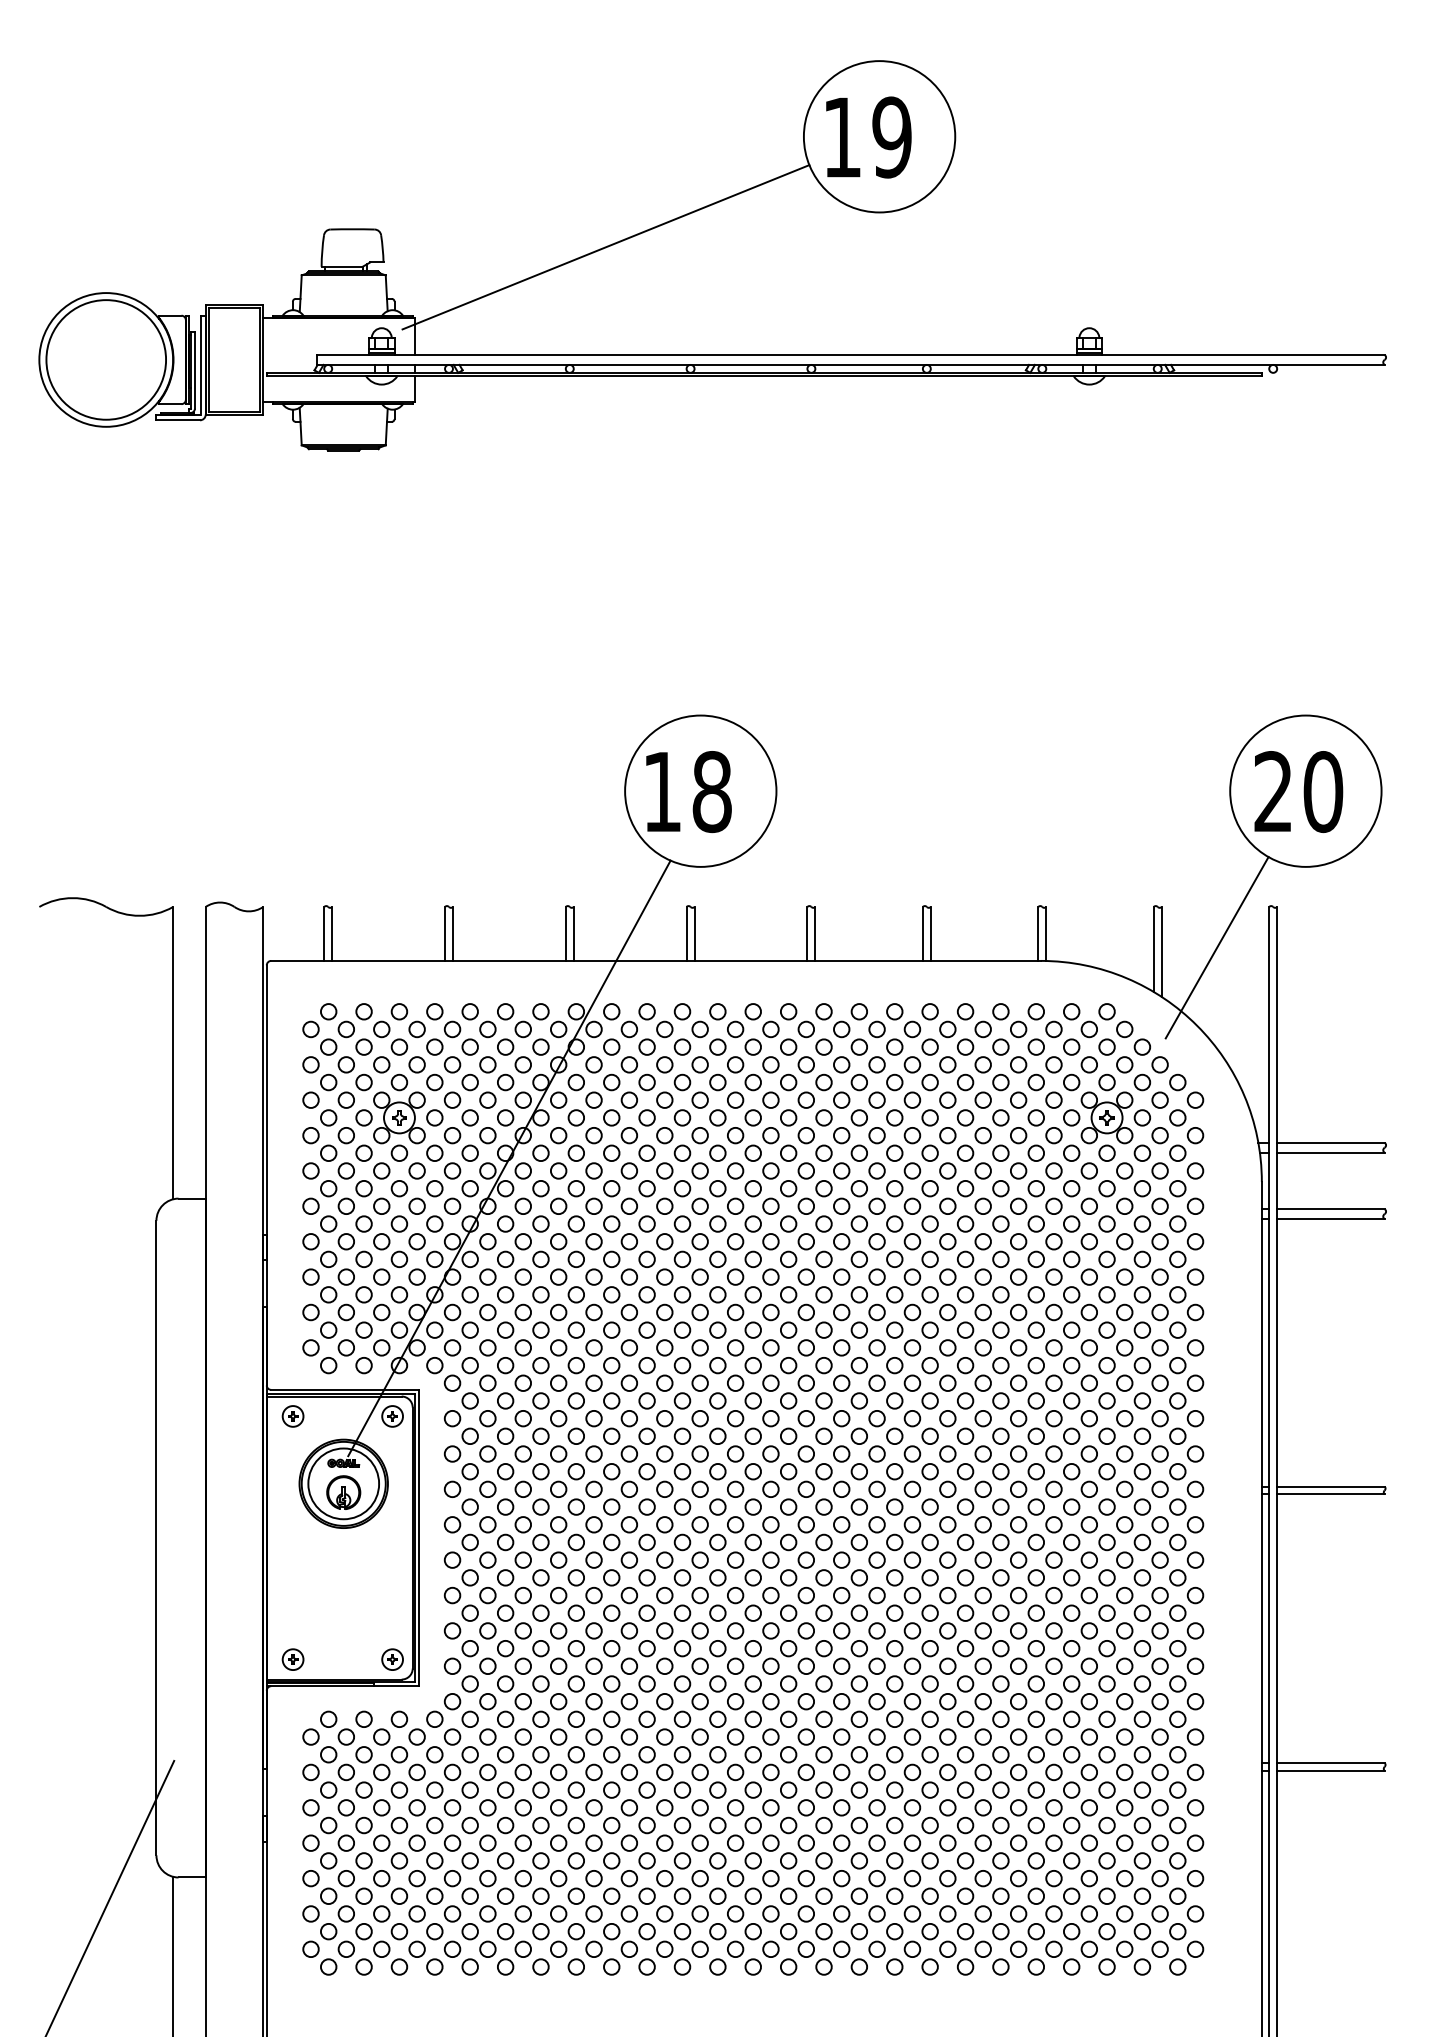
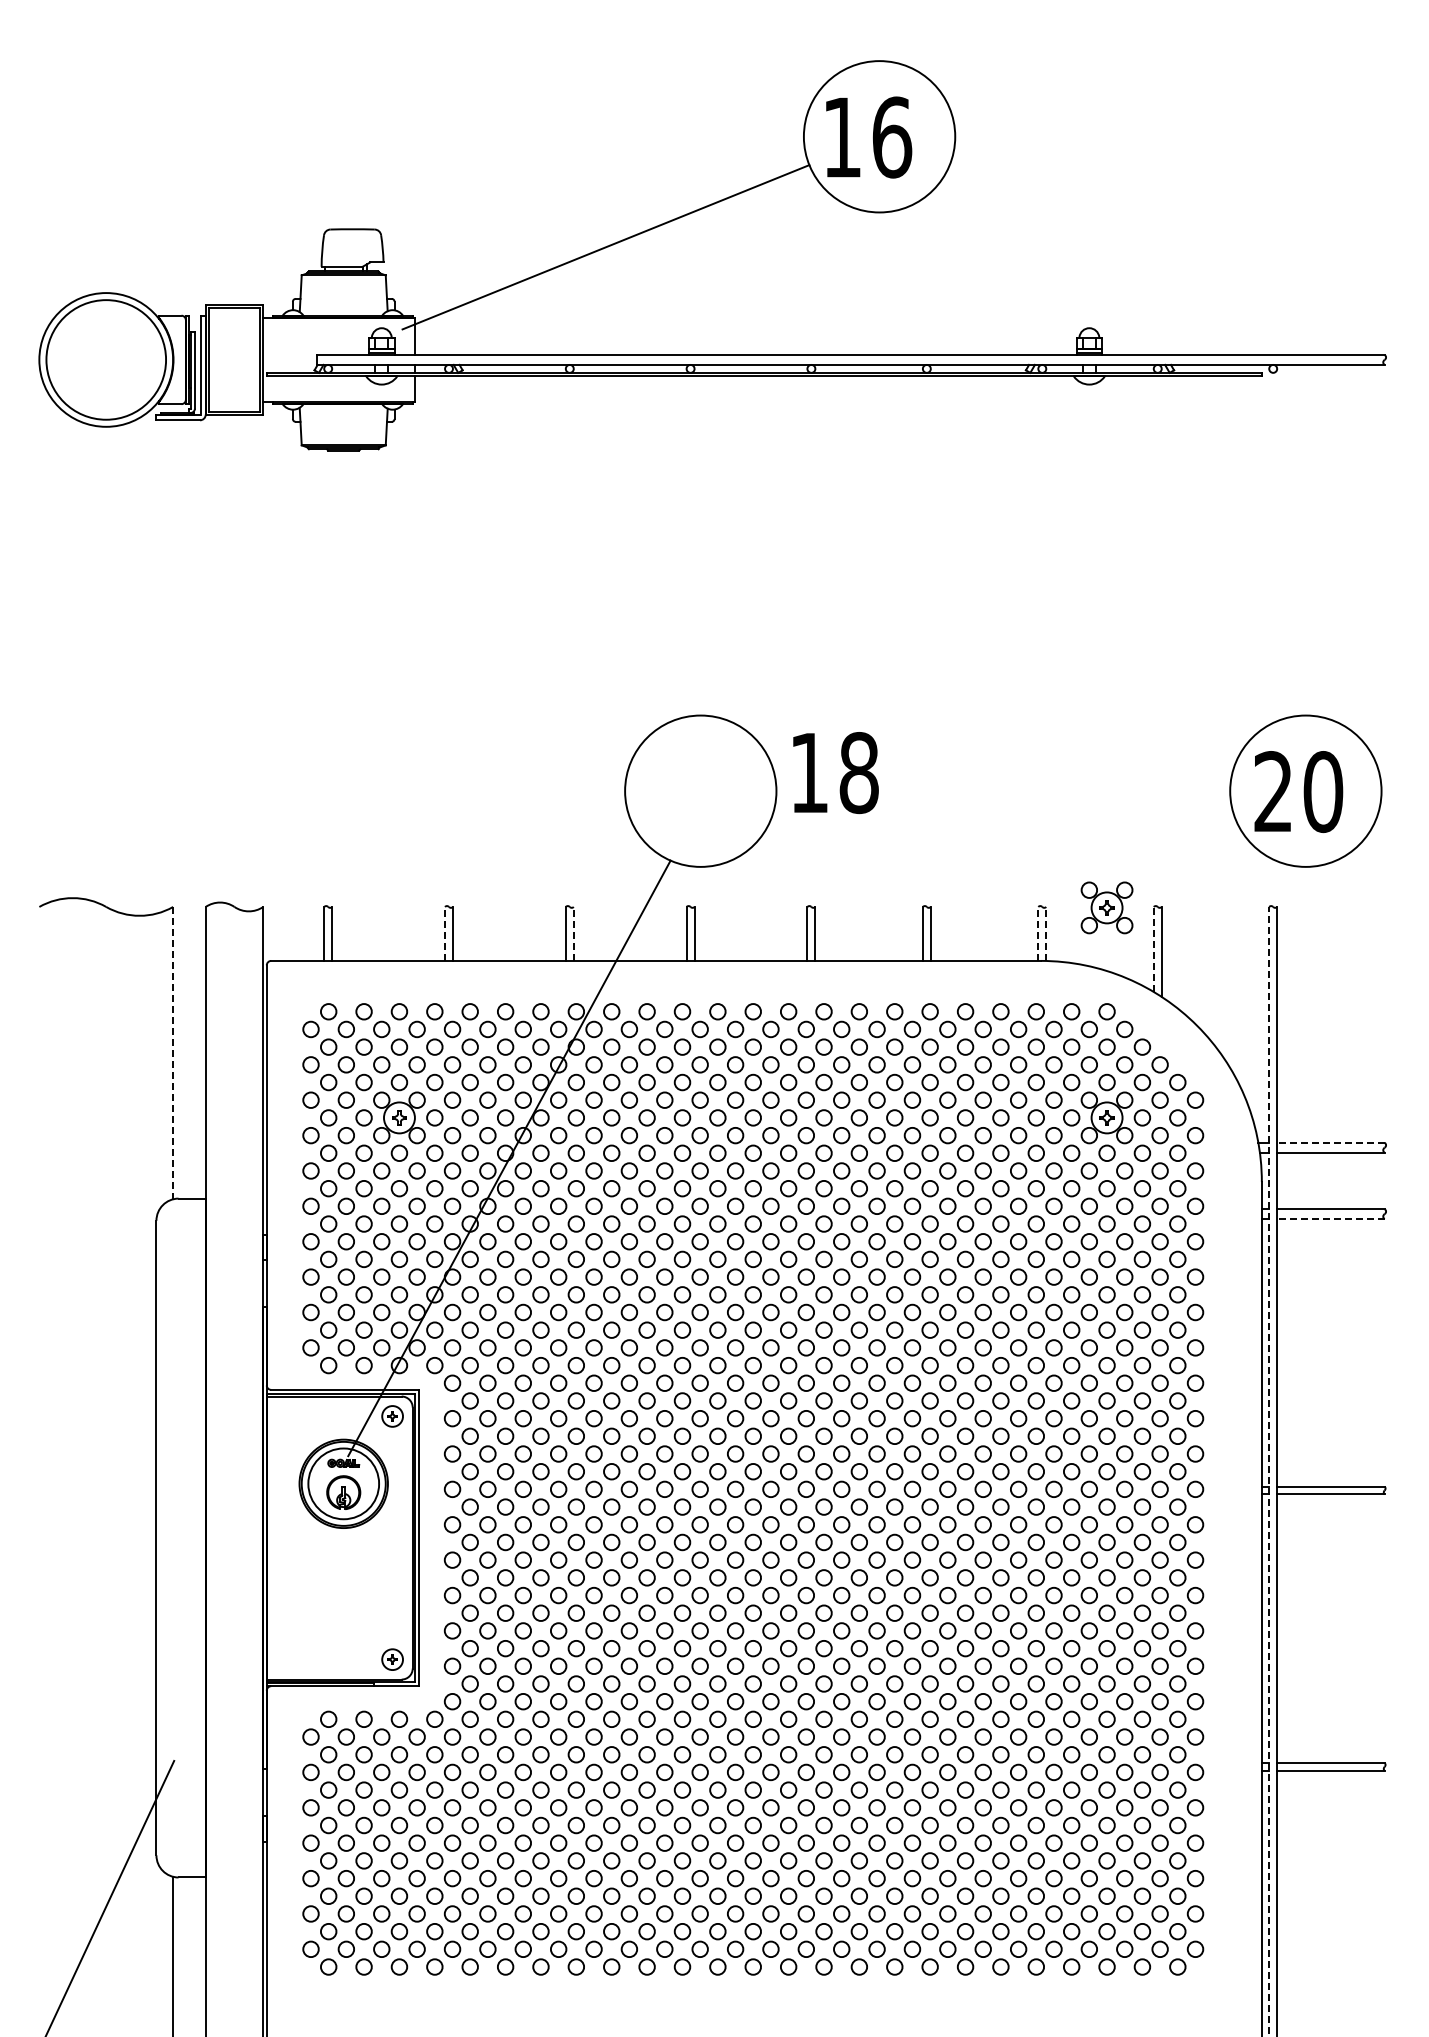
text at (892, 137): 19 -> 16
text at (688, 792) position: (688, 792) -> (835, 773)
part at (1106, 907): none -> present
line at (445, 933): solid -> dashed
line at (573, 933): solid -> dashed
line at (1038, 933): solid -> dashed
line at (1046, 933): solid -> dashed
line at (1216, 947): present -> none
line at (1153, 949): solid -> dashed
line at (173, 1053): solid -> dashed
line at (1330, 1142): solid -> dashed
line at (1330, 1219): solid -> dashed
part at (292, 1416): present -> none
line at (1269, 1471): solid -> dashed
part at (292, 1659): present -> none
